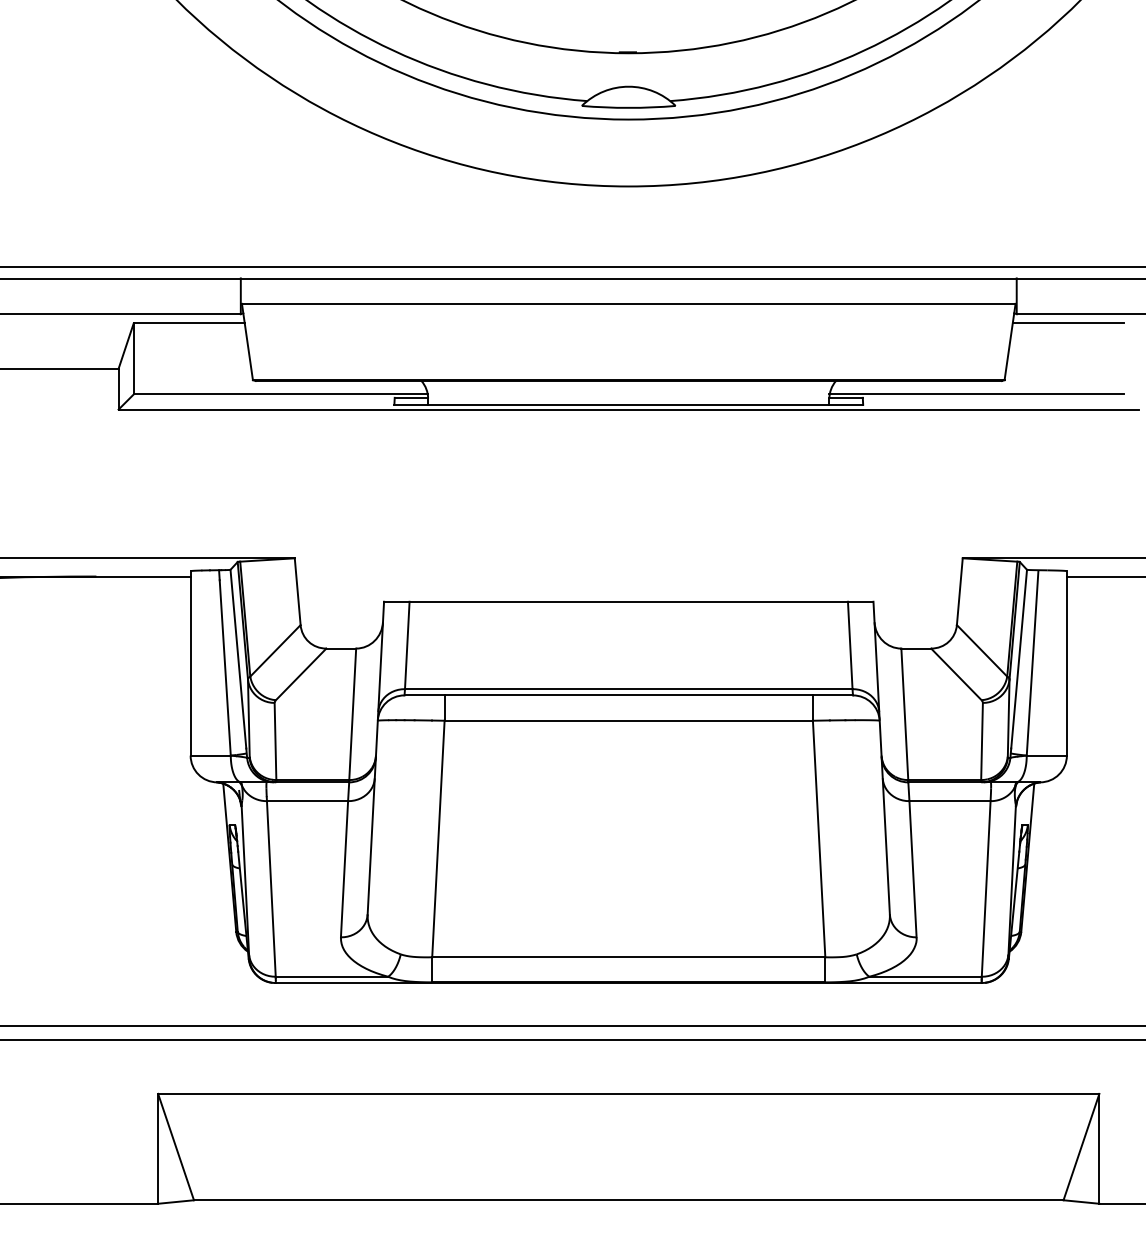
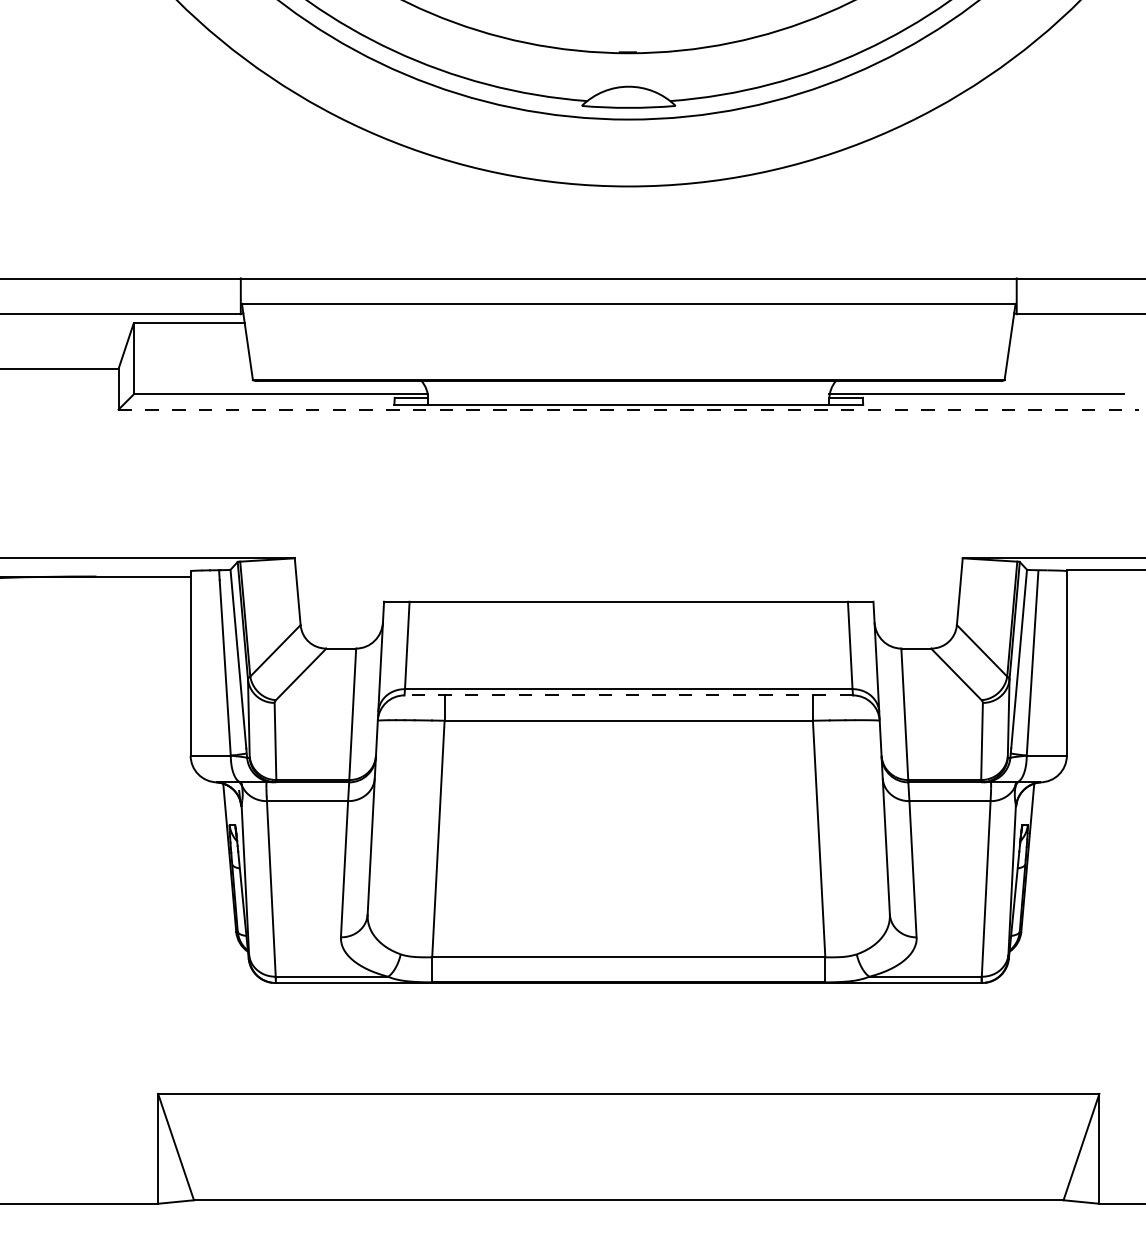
line at (572, 267): present -> none
line at (1067, 323): present -> none
line at (629, 409): solid -> dashed
line at (1104, 576) position: (1104, 576) -> (1104, 569)
line at (628, 695): solid -> dashed
line at (572, 1026): present -> none
line at (572, 1040): present -> none
